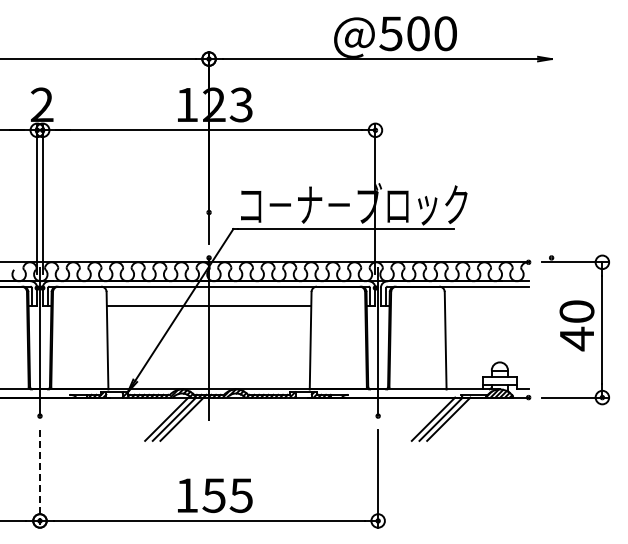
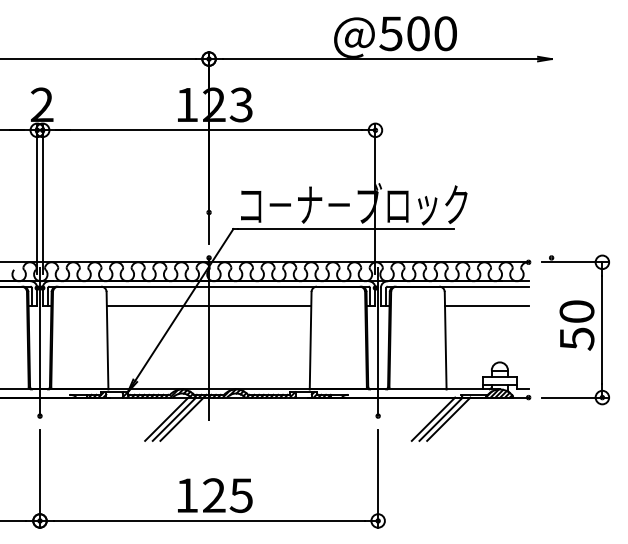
line at (486, 305): none -> present
text at (577, 338): 40 -> 50
line at (40, 479): dashed -> solid
text at (213, 495): 155 -> 125
